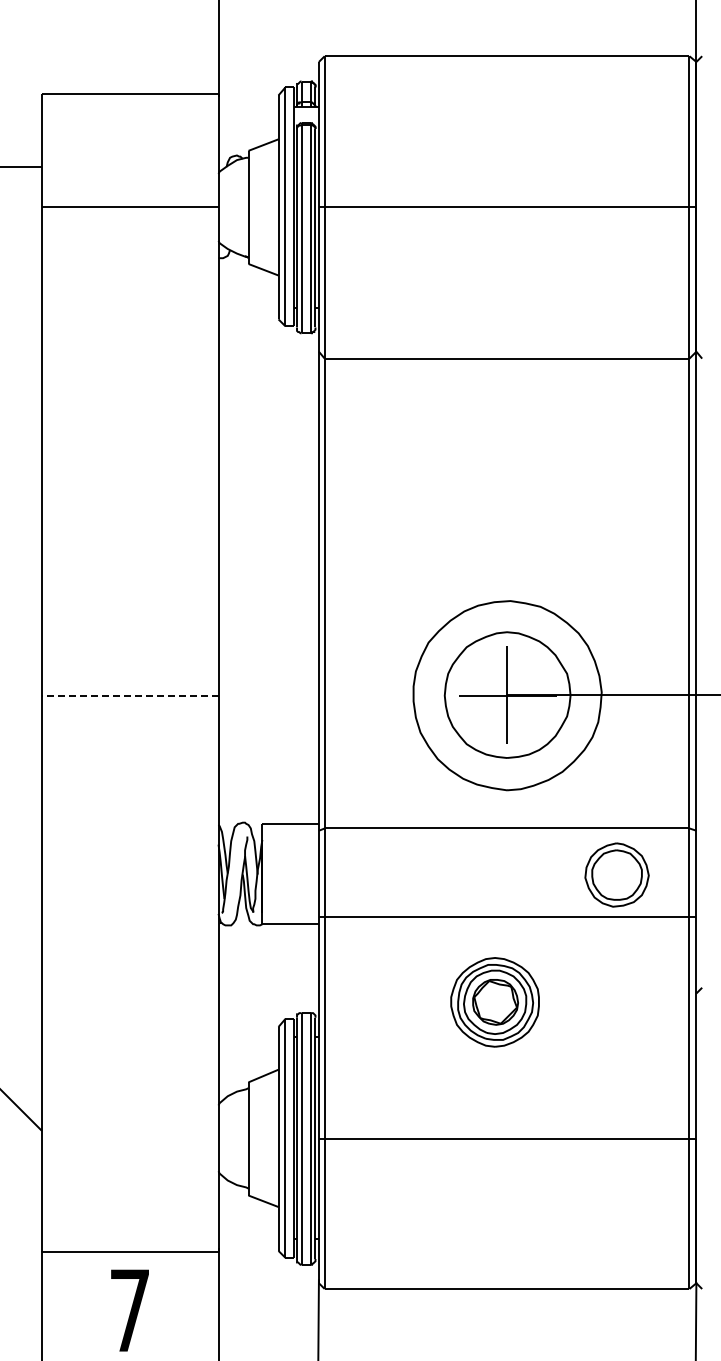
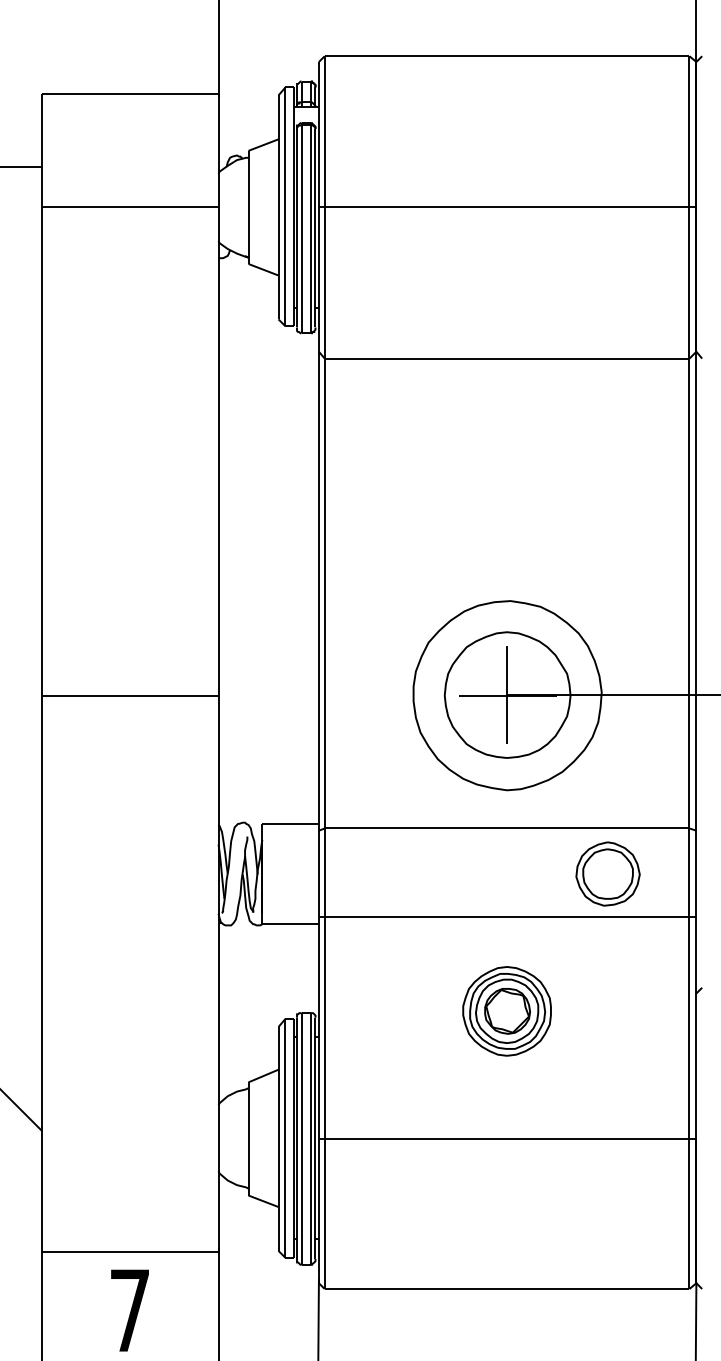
line at (129, 695): dashed -> solid
part at (616, 874) position: (616, 874) -> (607, 873)
part at (494, 1002) position: (494, 1002) -> (506, 1011)
